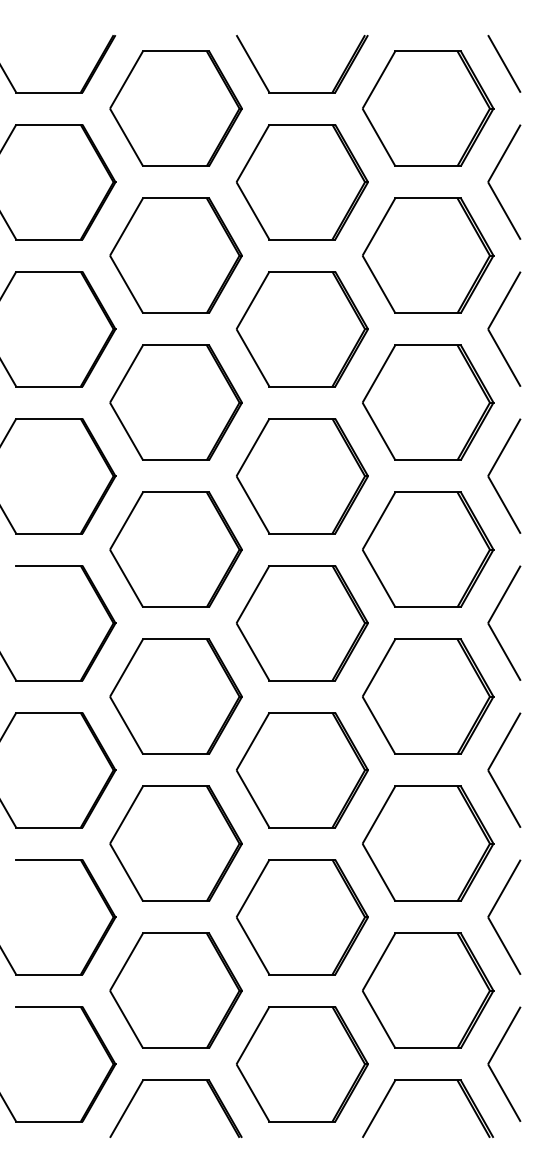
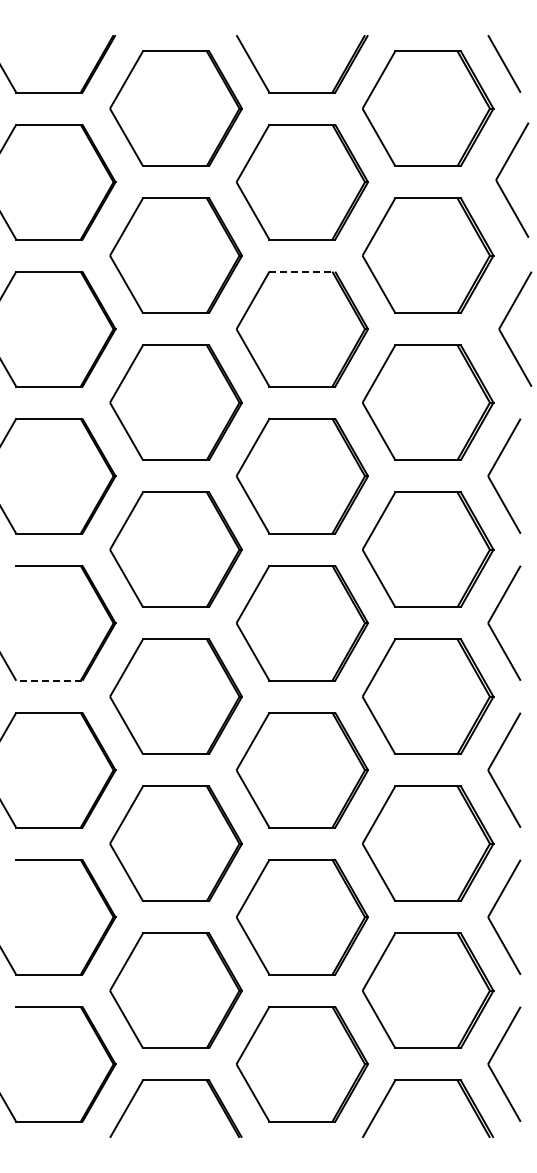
part at (494, 173) position: (494, 173) -> (502, 171)
line at (302, 271): solid -> dashed
part at (494, 320) position: (494, 320) -> (505, 320)
line at (48, 680): solid -> dashed
